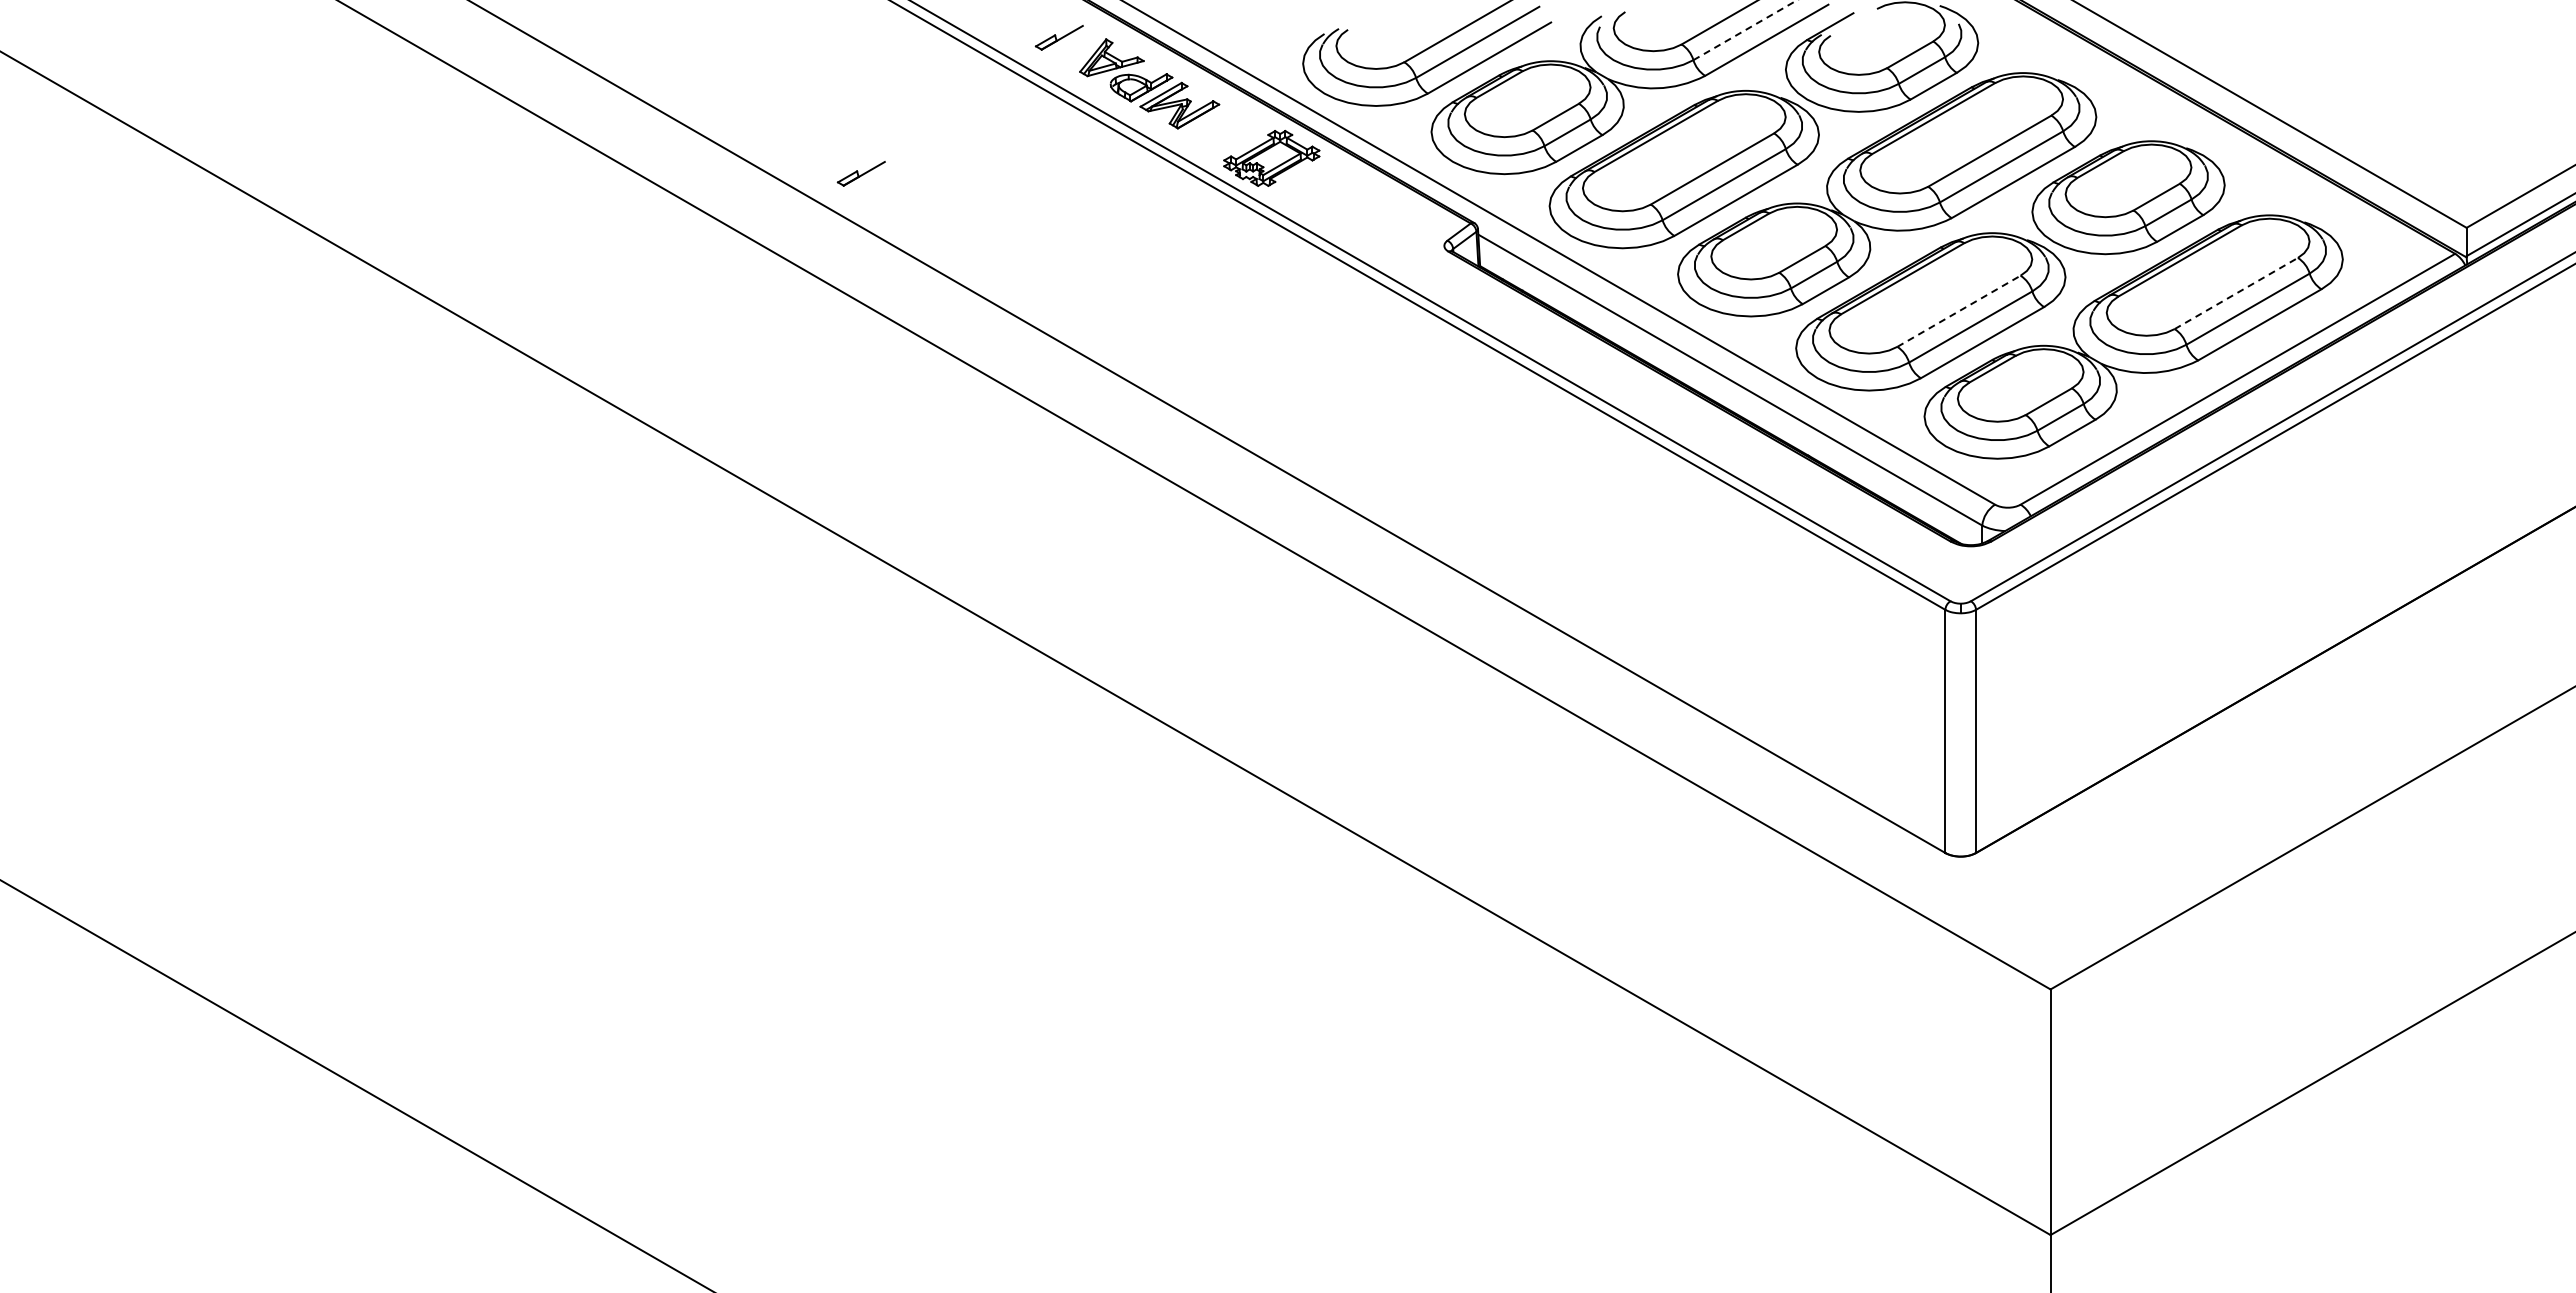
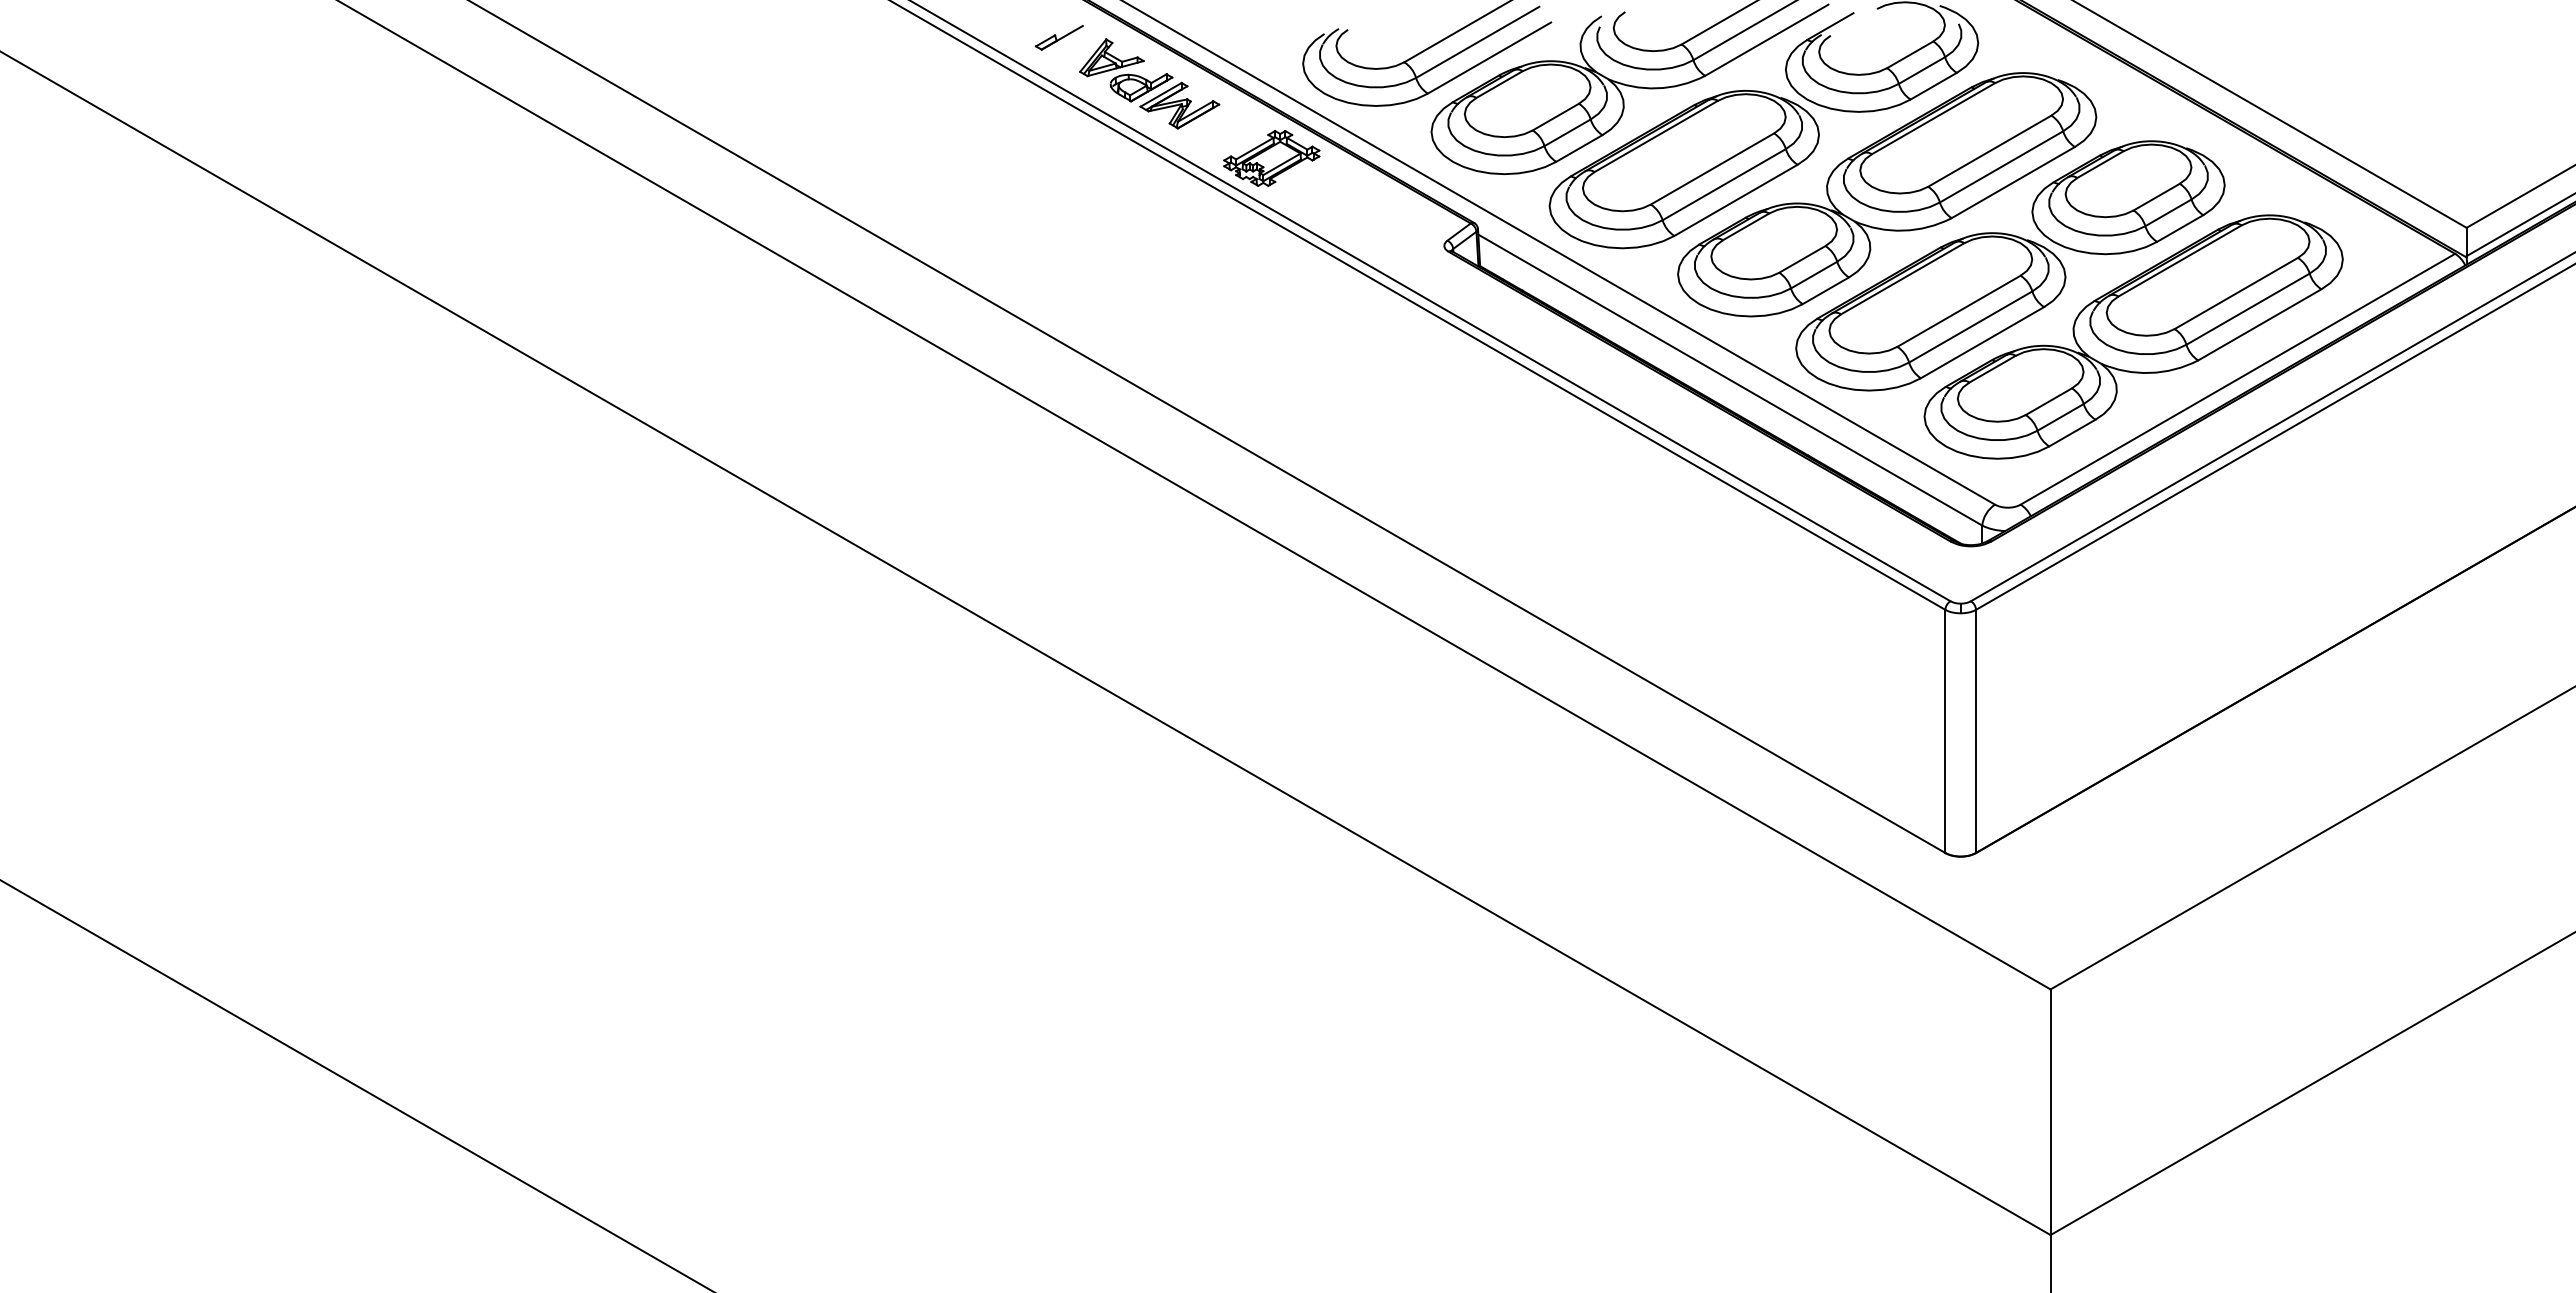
line at (1745, 30): dashed -> solid
part at (860, 173): present -> none
line at (2236, 293): dashed -> solid
line at (1959, 311): dashed -> solid
